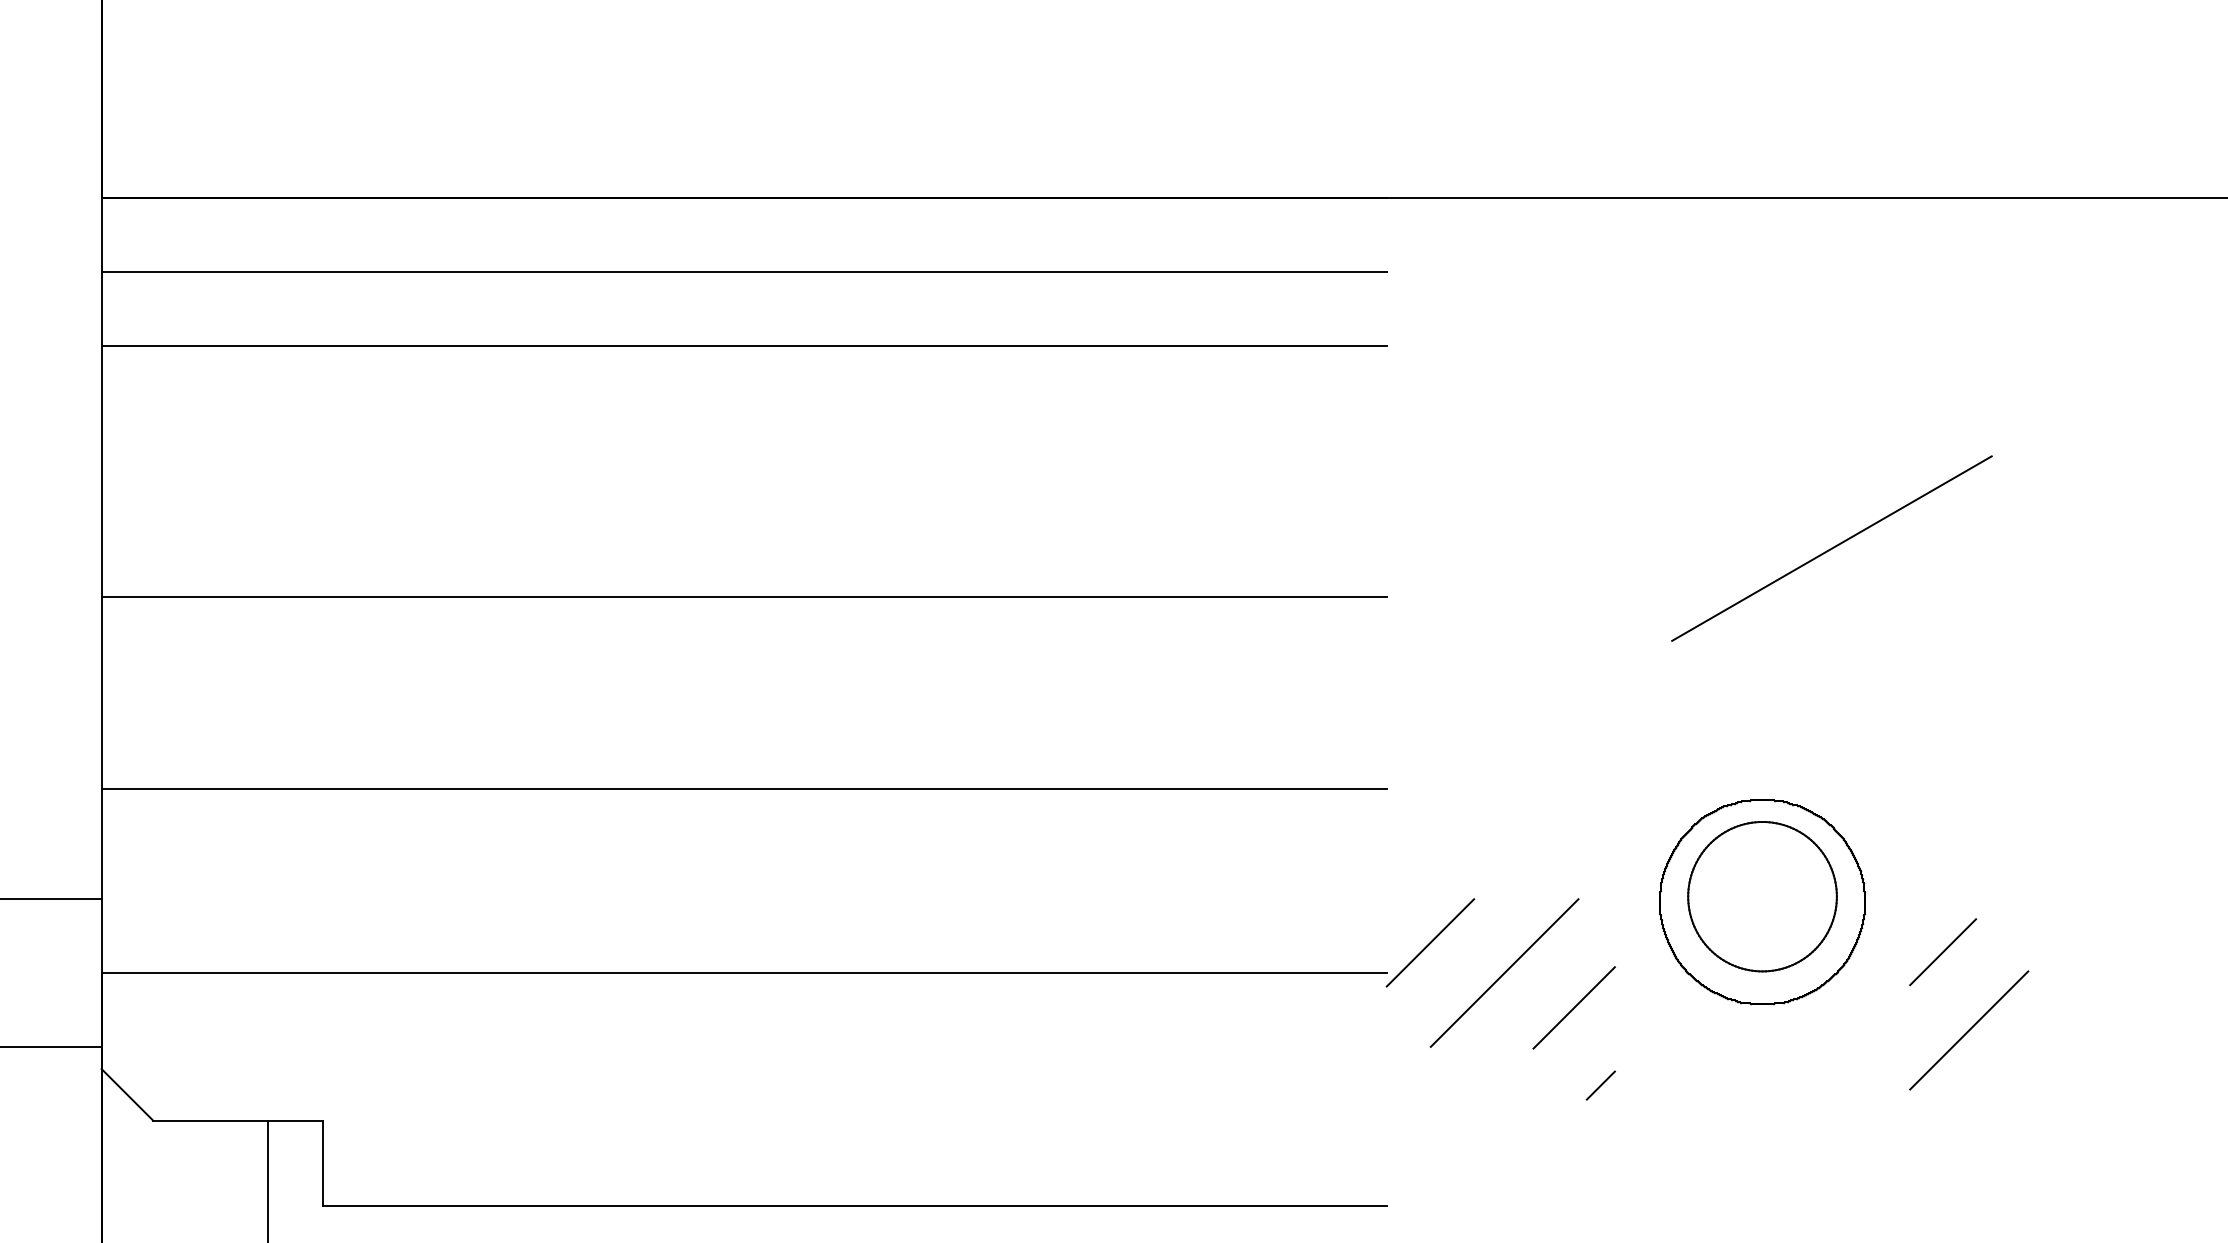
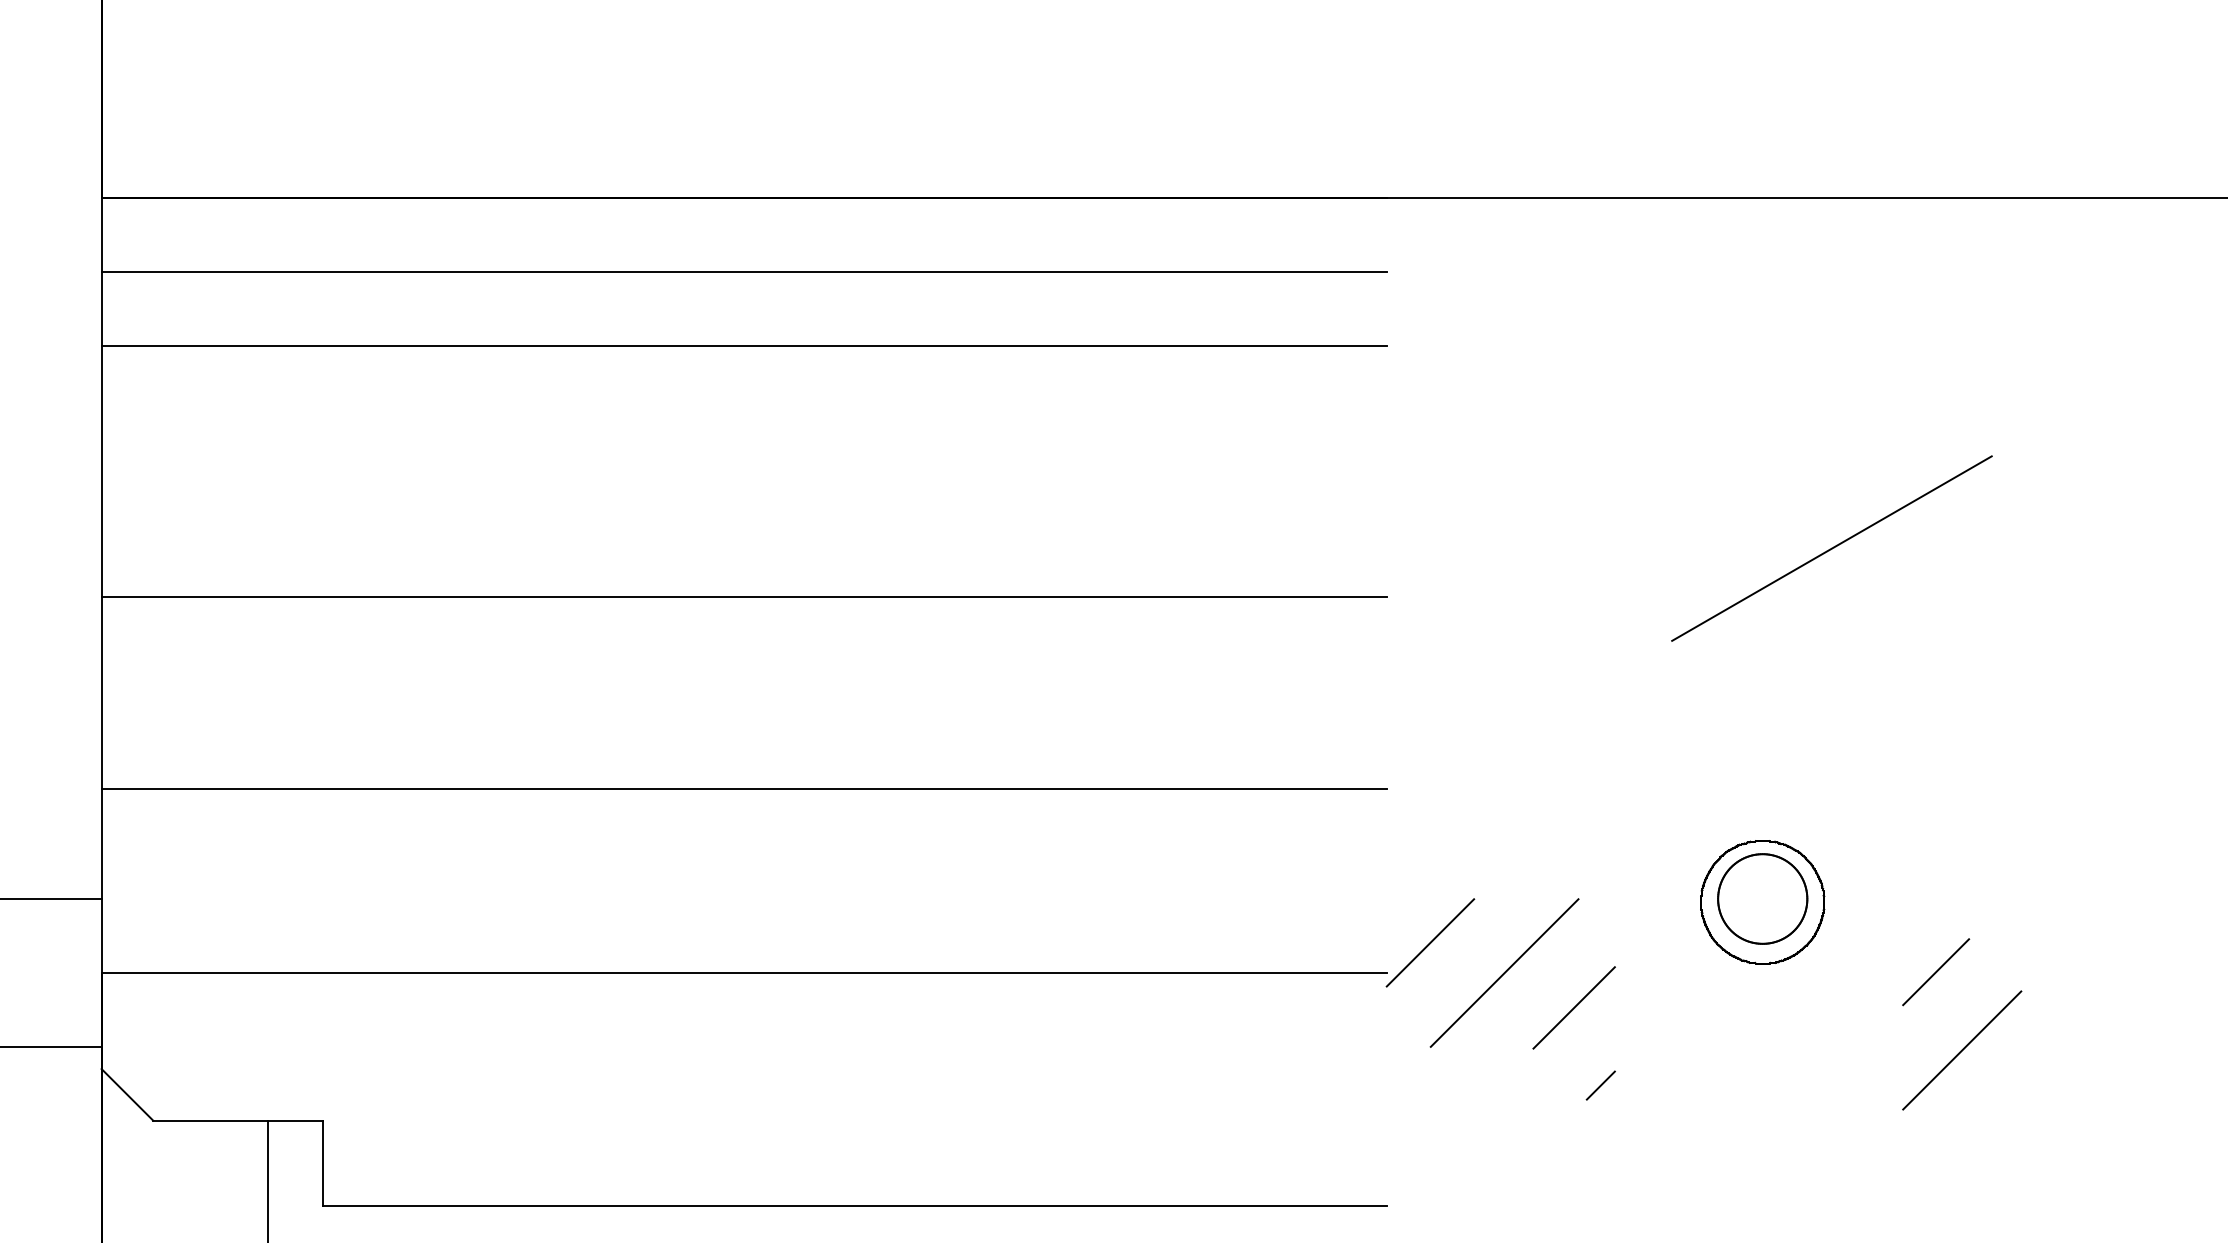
part at (1762, 902) size: 208x207 px -> 126x125 px
part at (1981, 1016) position: (1981, 1016) -> (1974, 1036)
